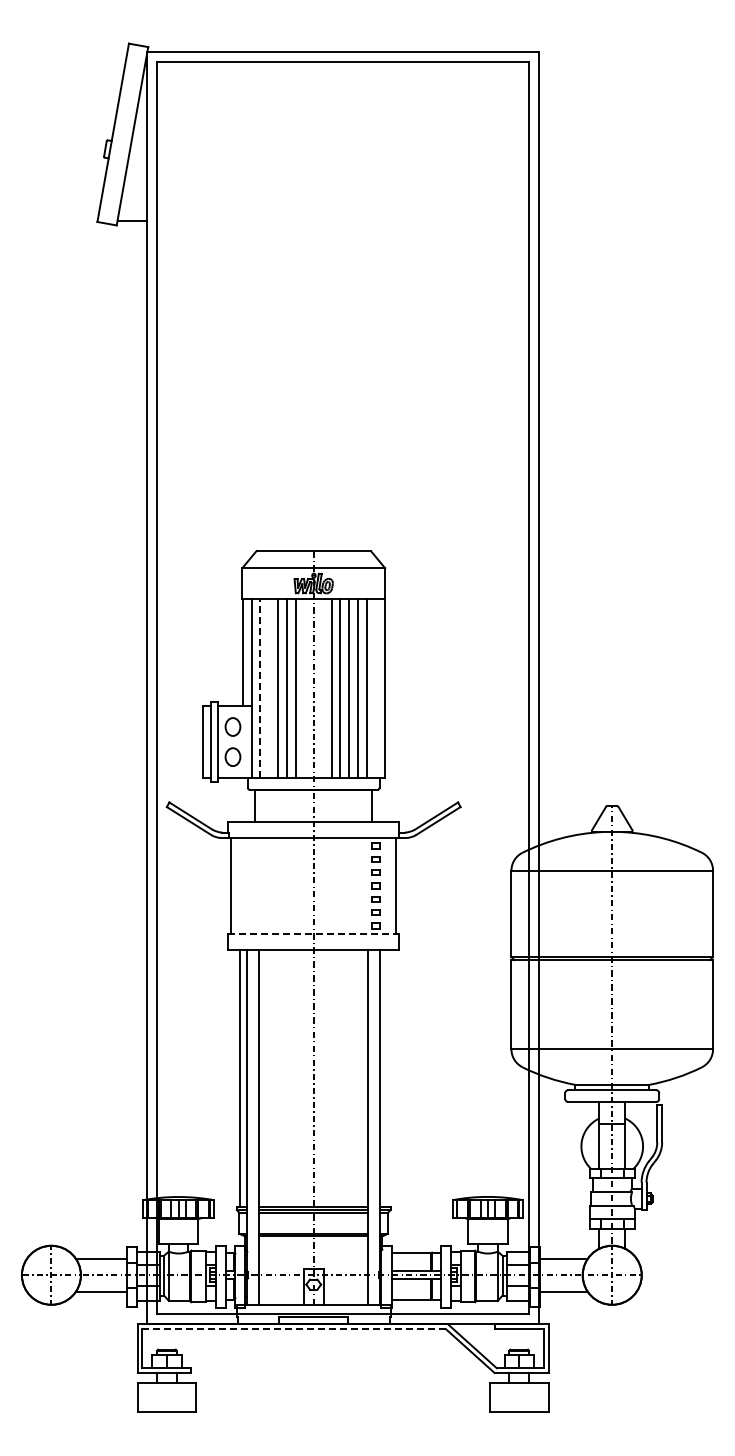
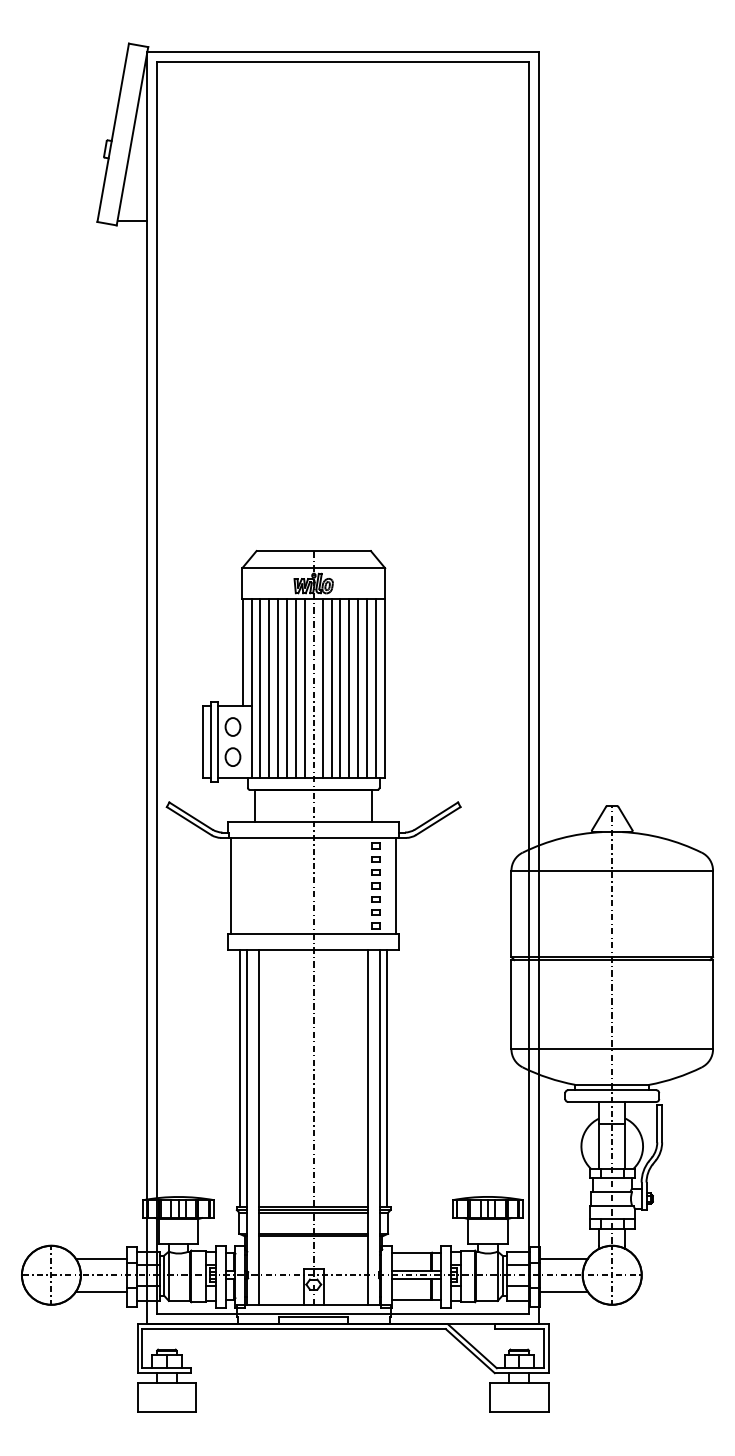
line at (269, 687): none -> present
line at (304, 687): none -> present
line at (322, 687): none -> present
line at (375, 687): none -> present
line at (260, 688): dashed -> solid
line at (313, 934): dashed -> solid
line at (387, 1078): none -> present
line at (294, 1329): dashed -> solid
